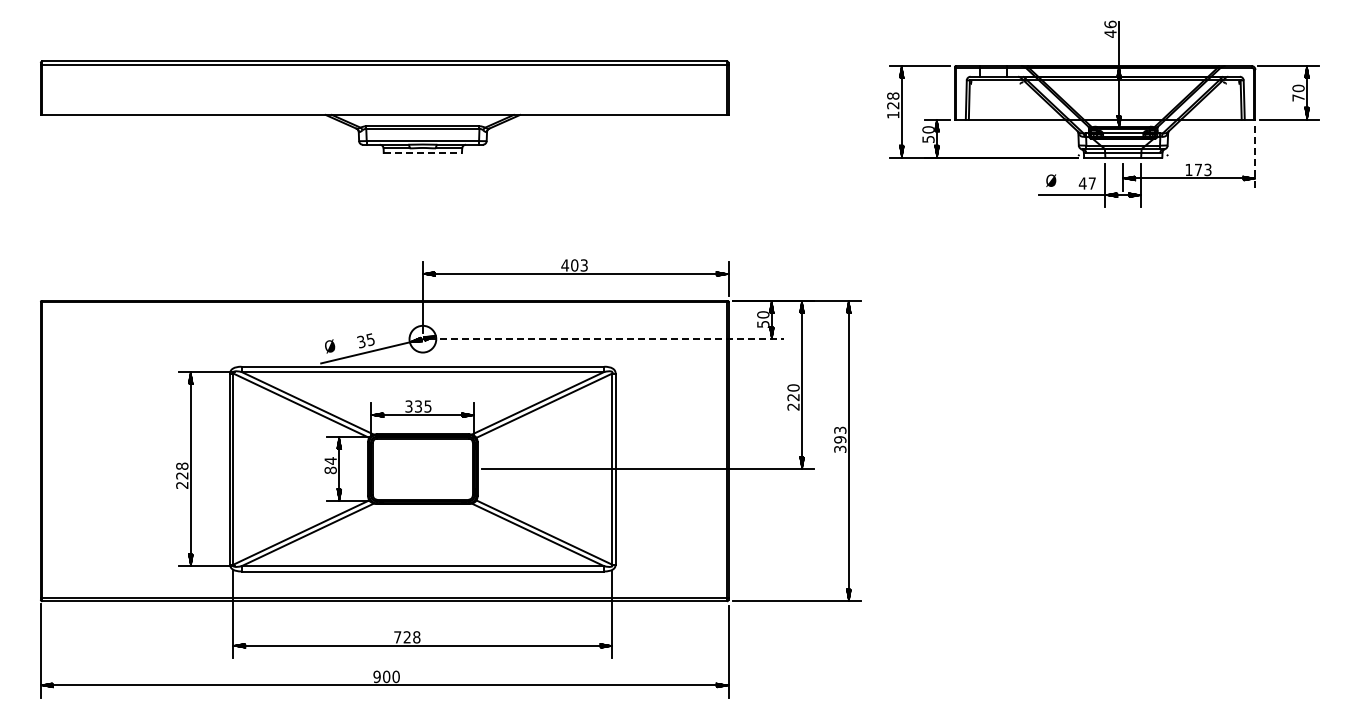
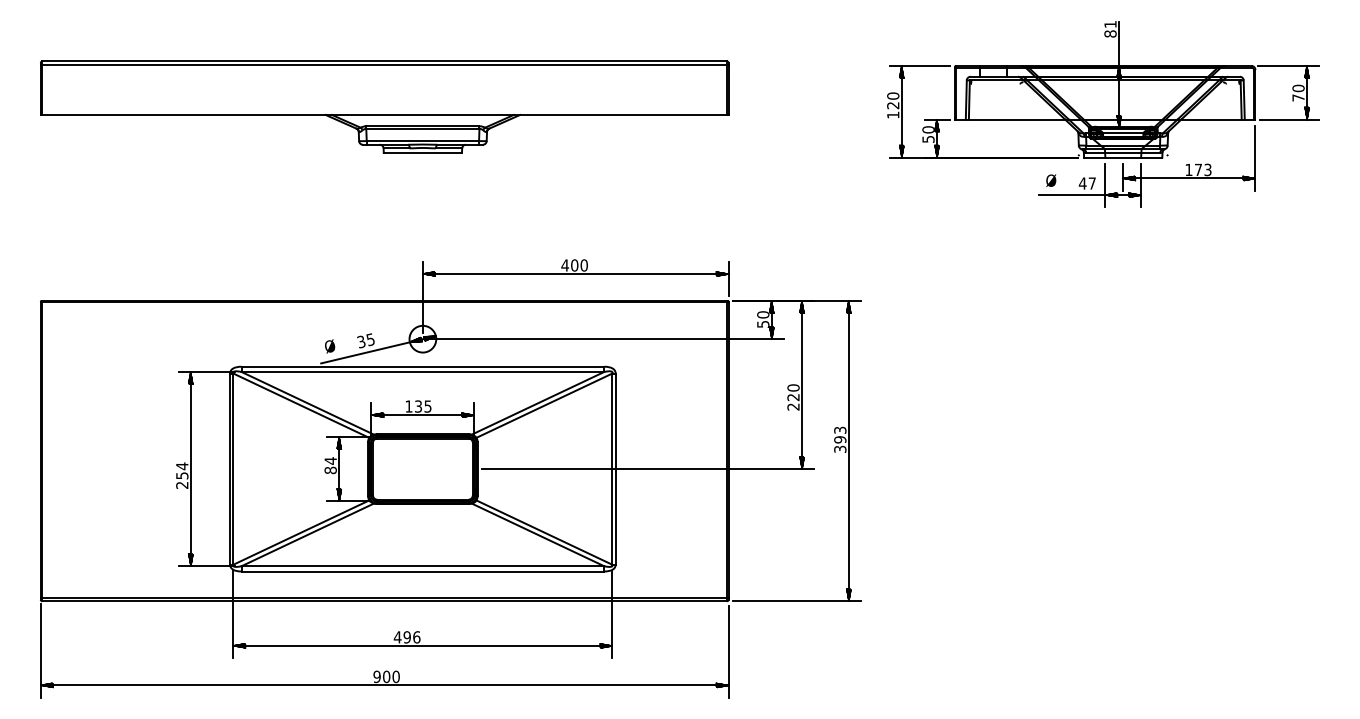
text at (1110, 28): 46 -> 81
text at (893, 95): 128 -> 120
line at (423, 153): dashed -> solid
line at (1255, 158): dashed -> solid
text at (583, 265): 403 -> 400
line at (606, 339): dashed -> solid
text at (408, 406): 335 -> 135
text at (182, 470): 228 -> 254
text at (406, 637): 728 -> 496
